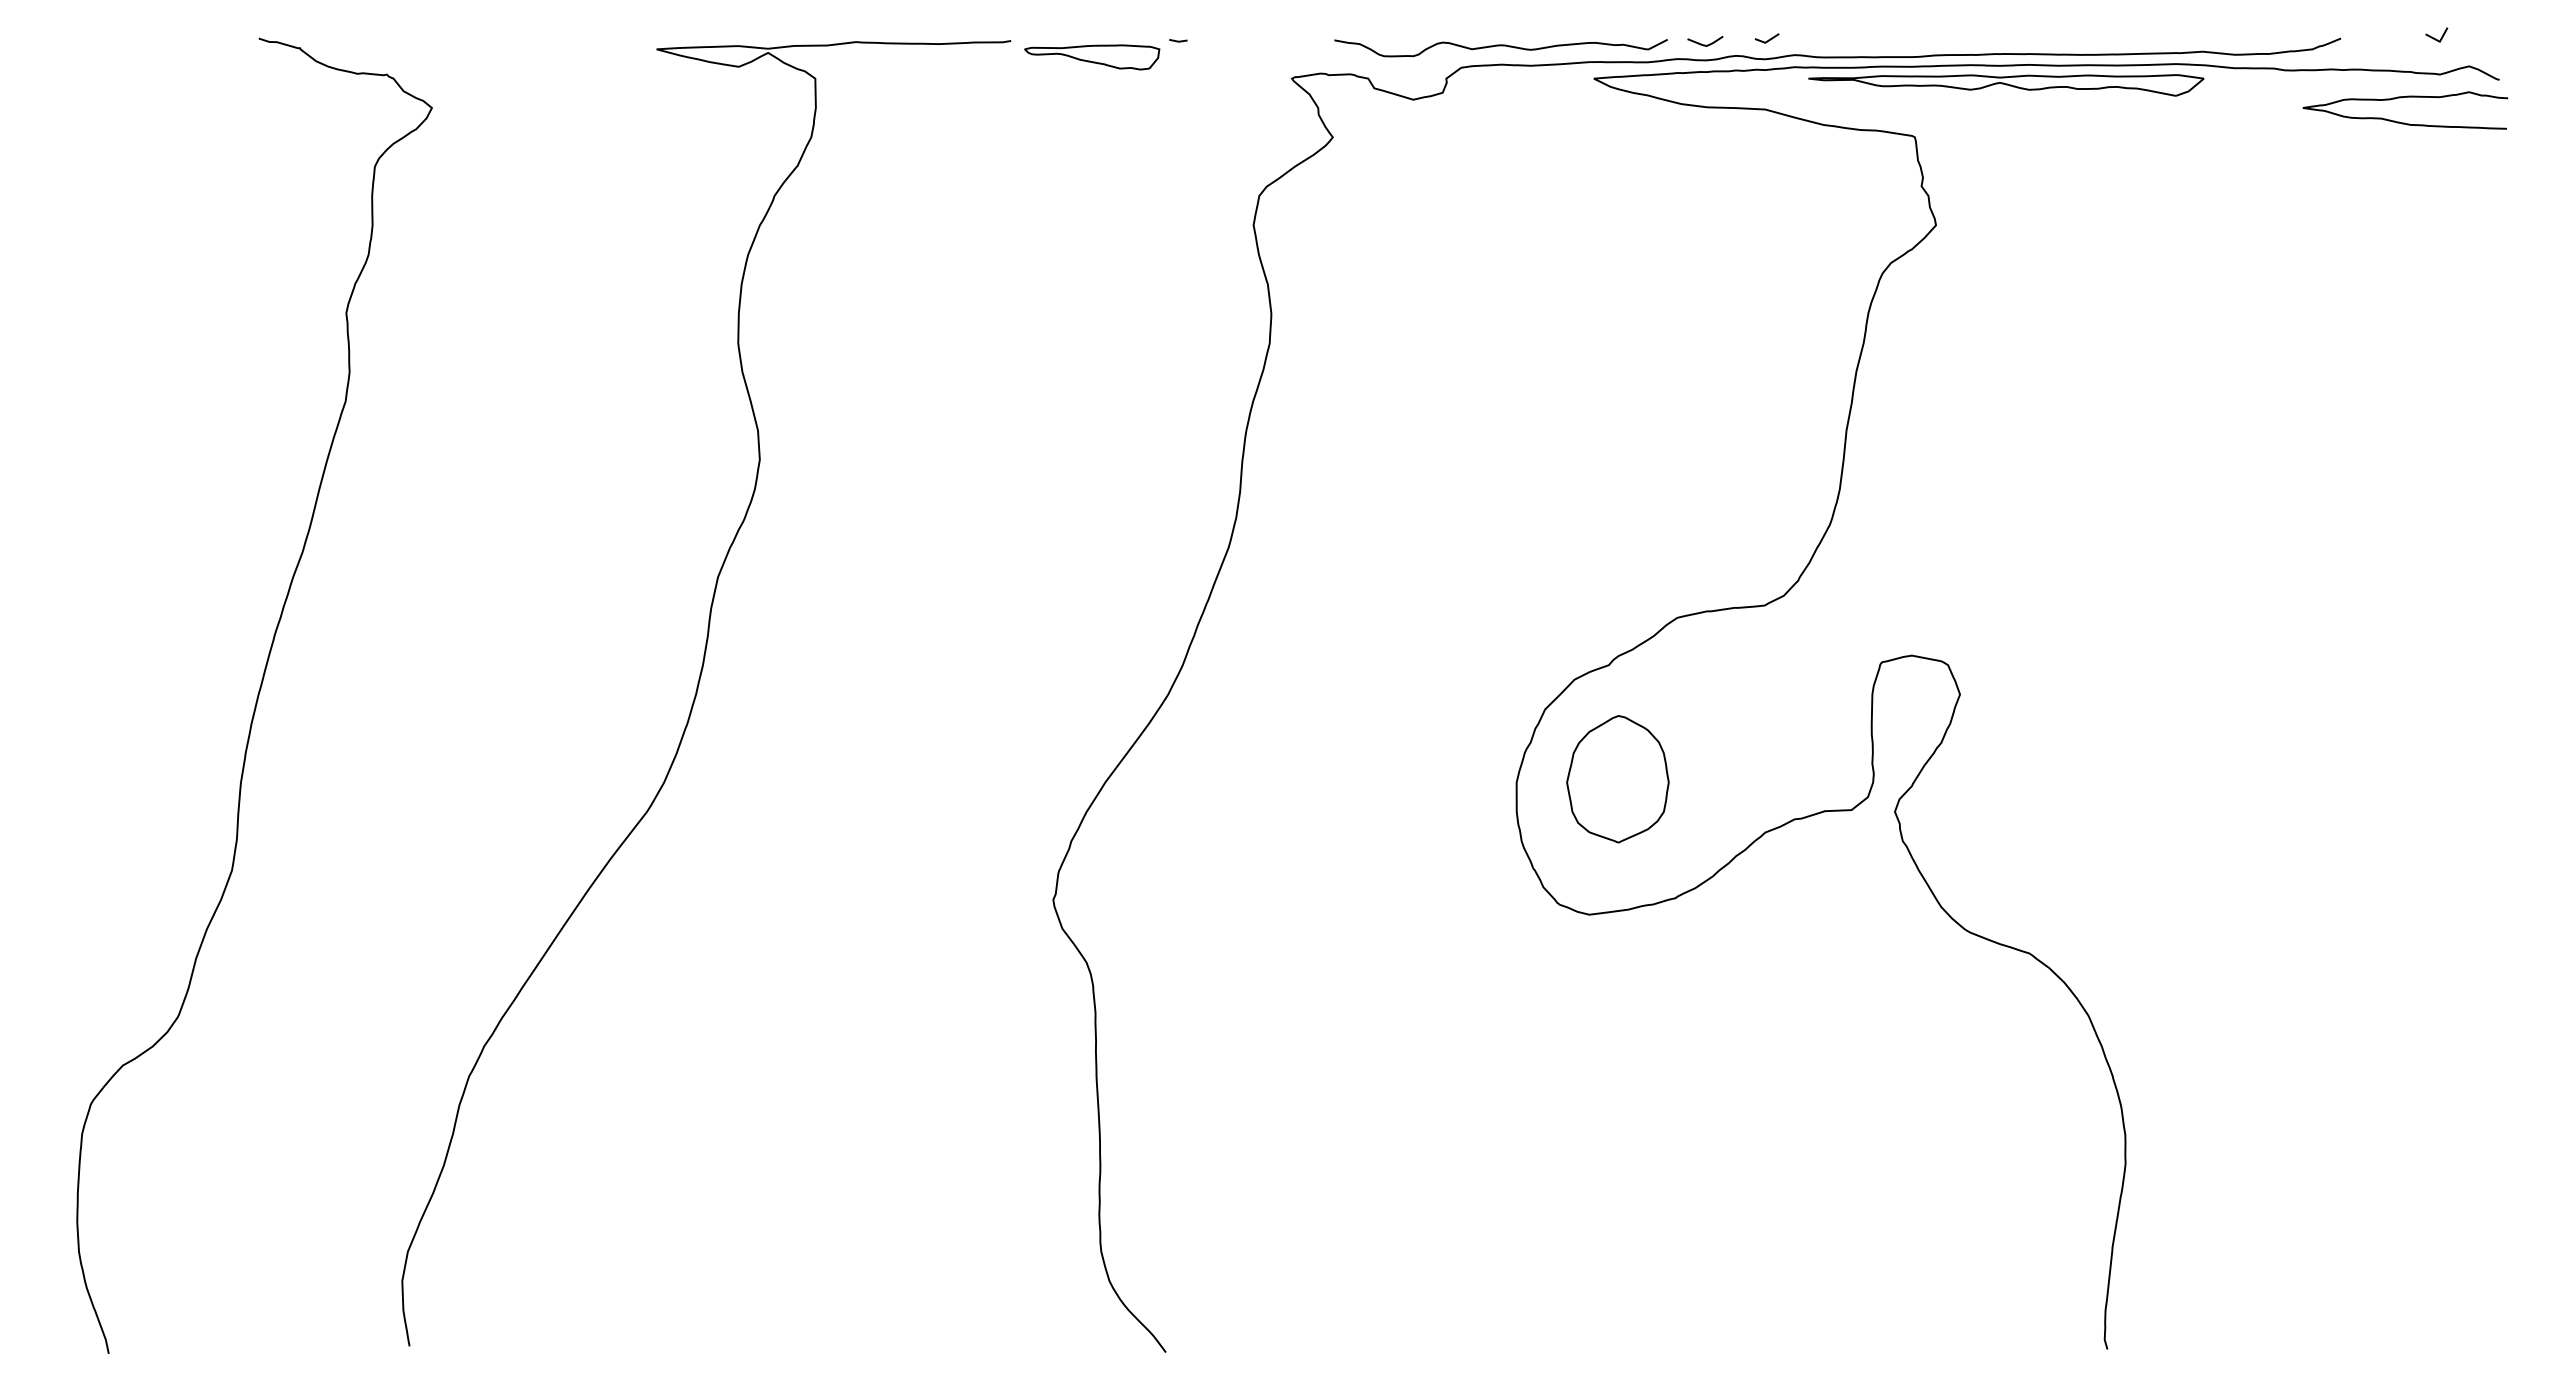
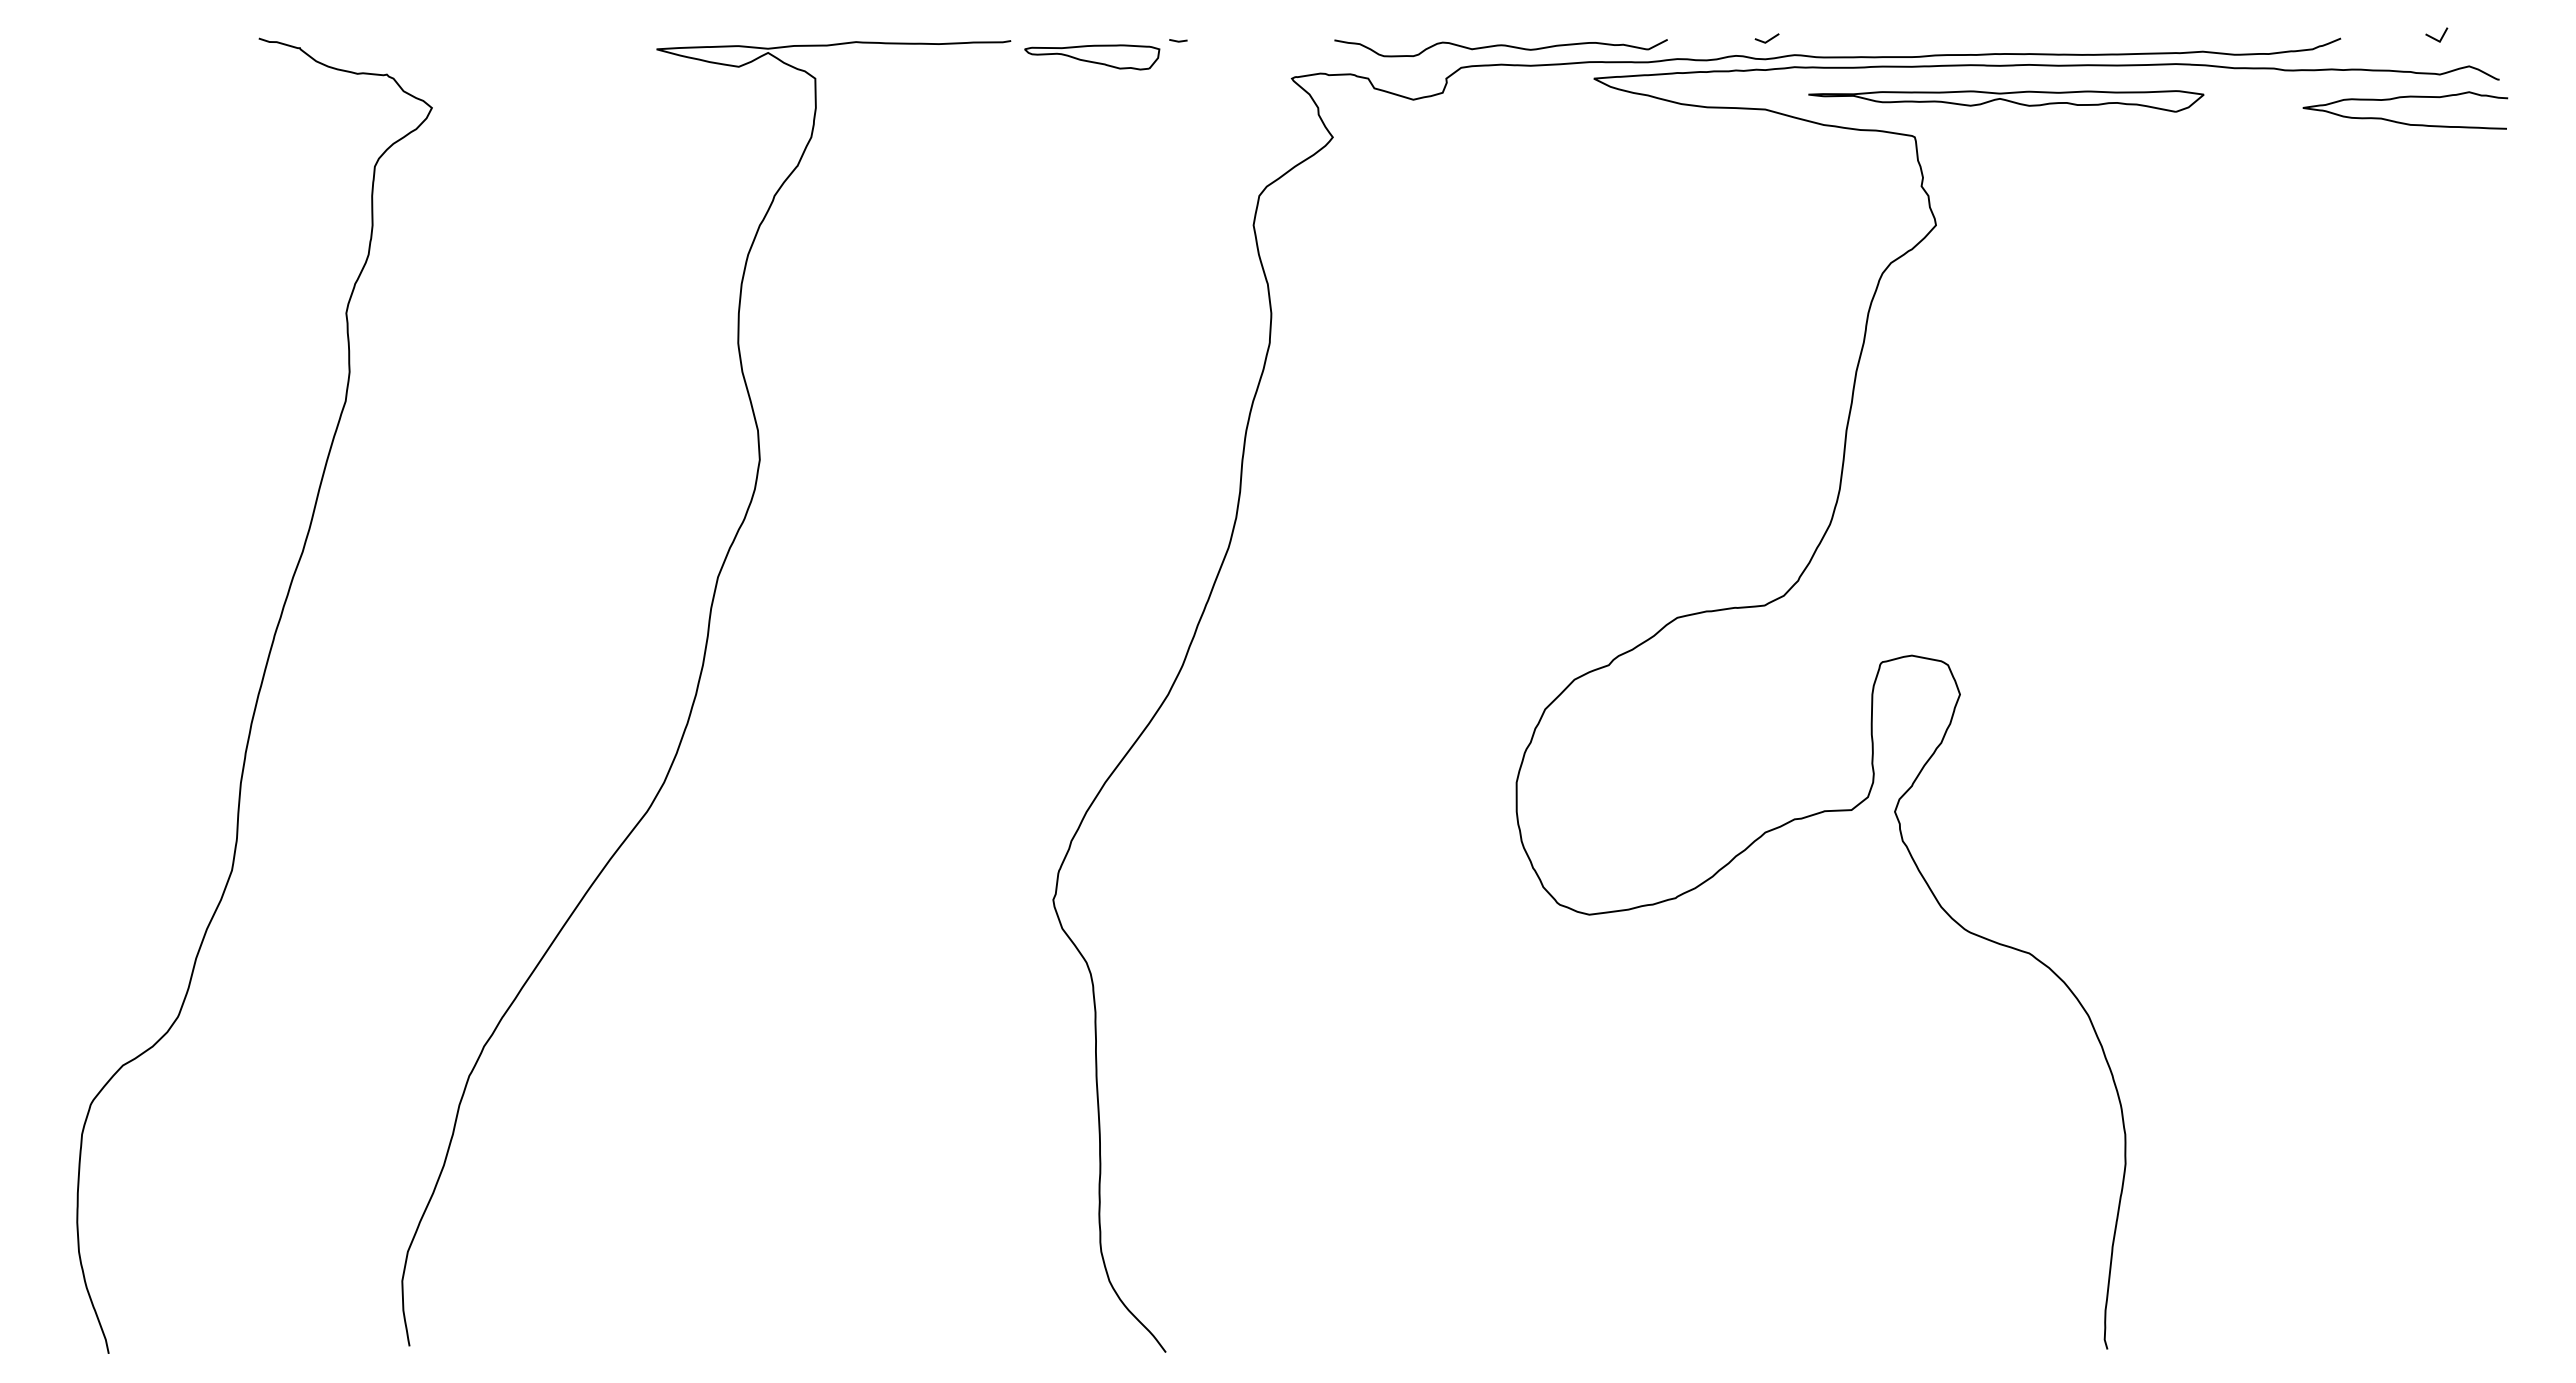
line at (1705, 44): present -> none
part at (2006, 85) position: (2006, 85) -> (2006, 101)
part at (1617, 779): present -> none
